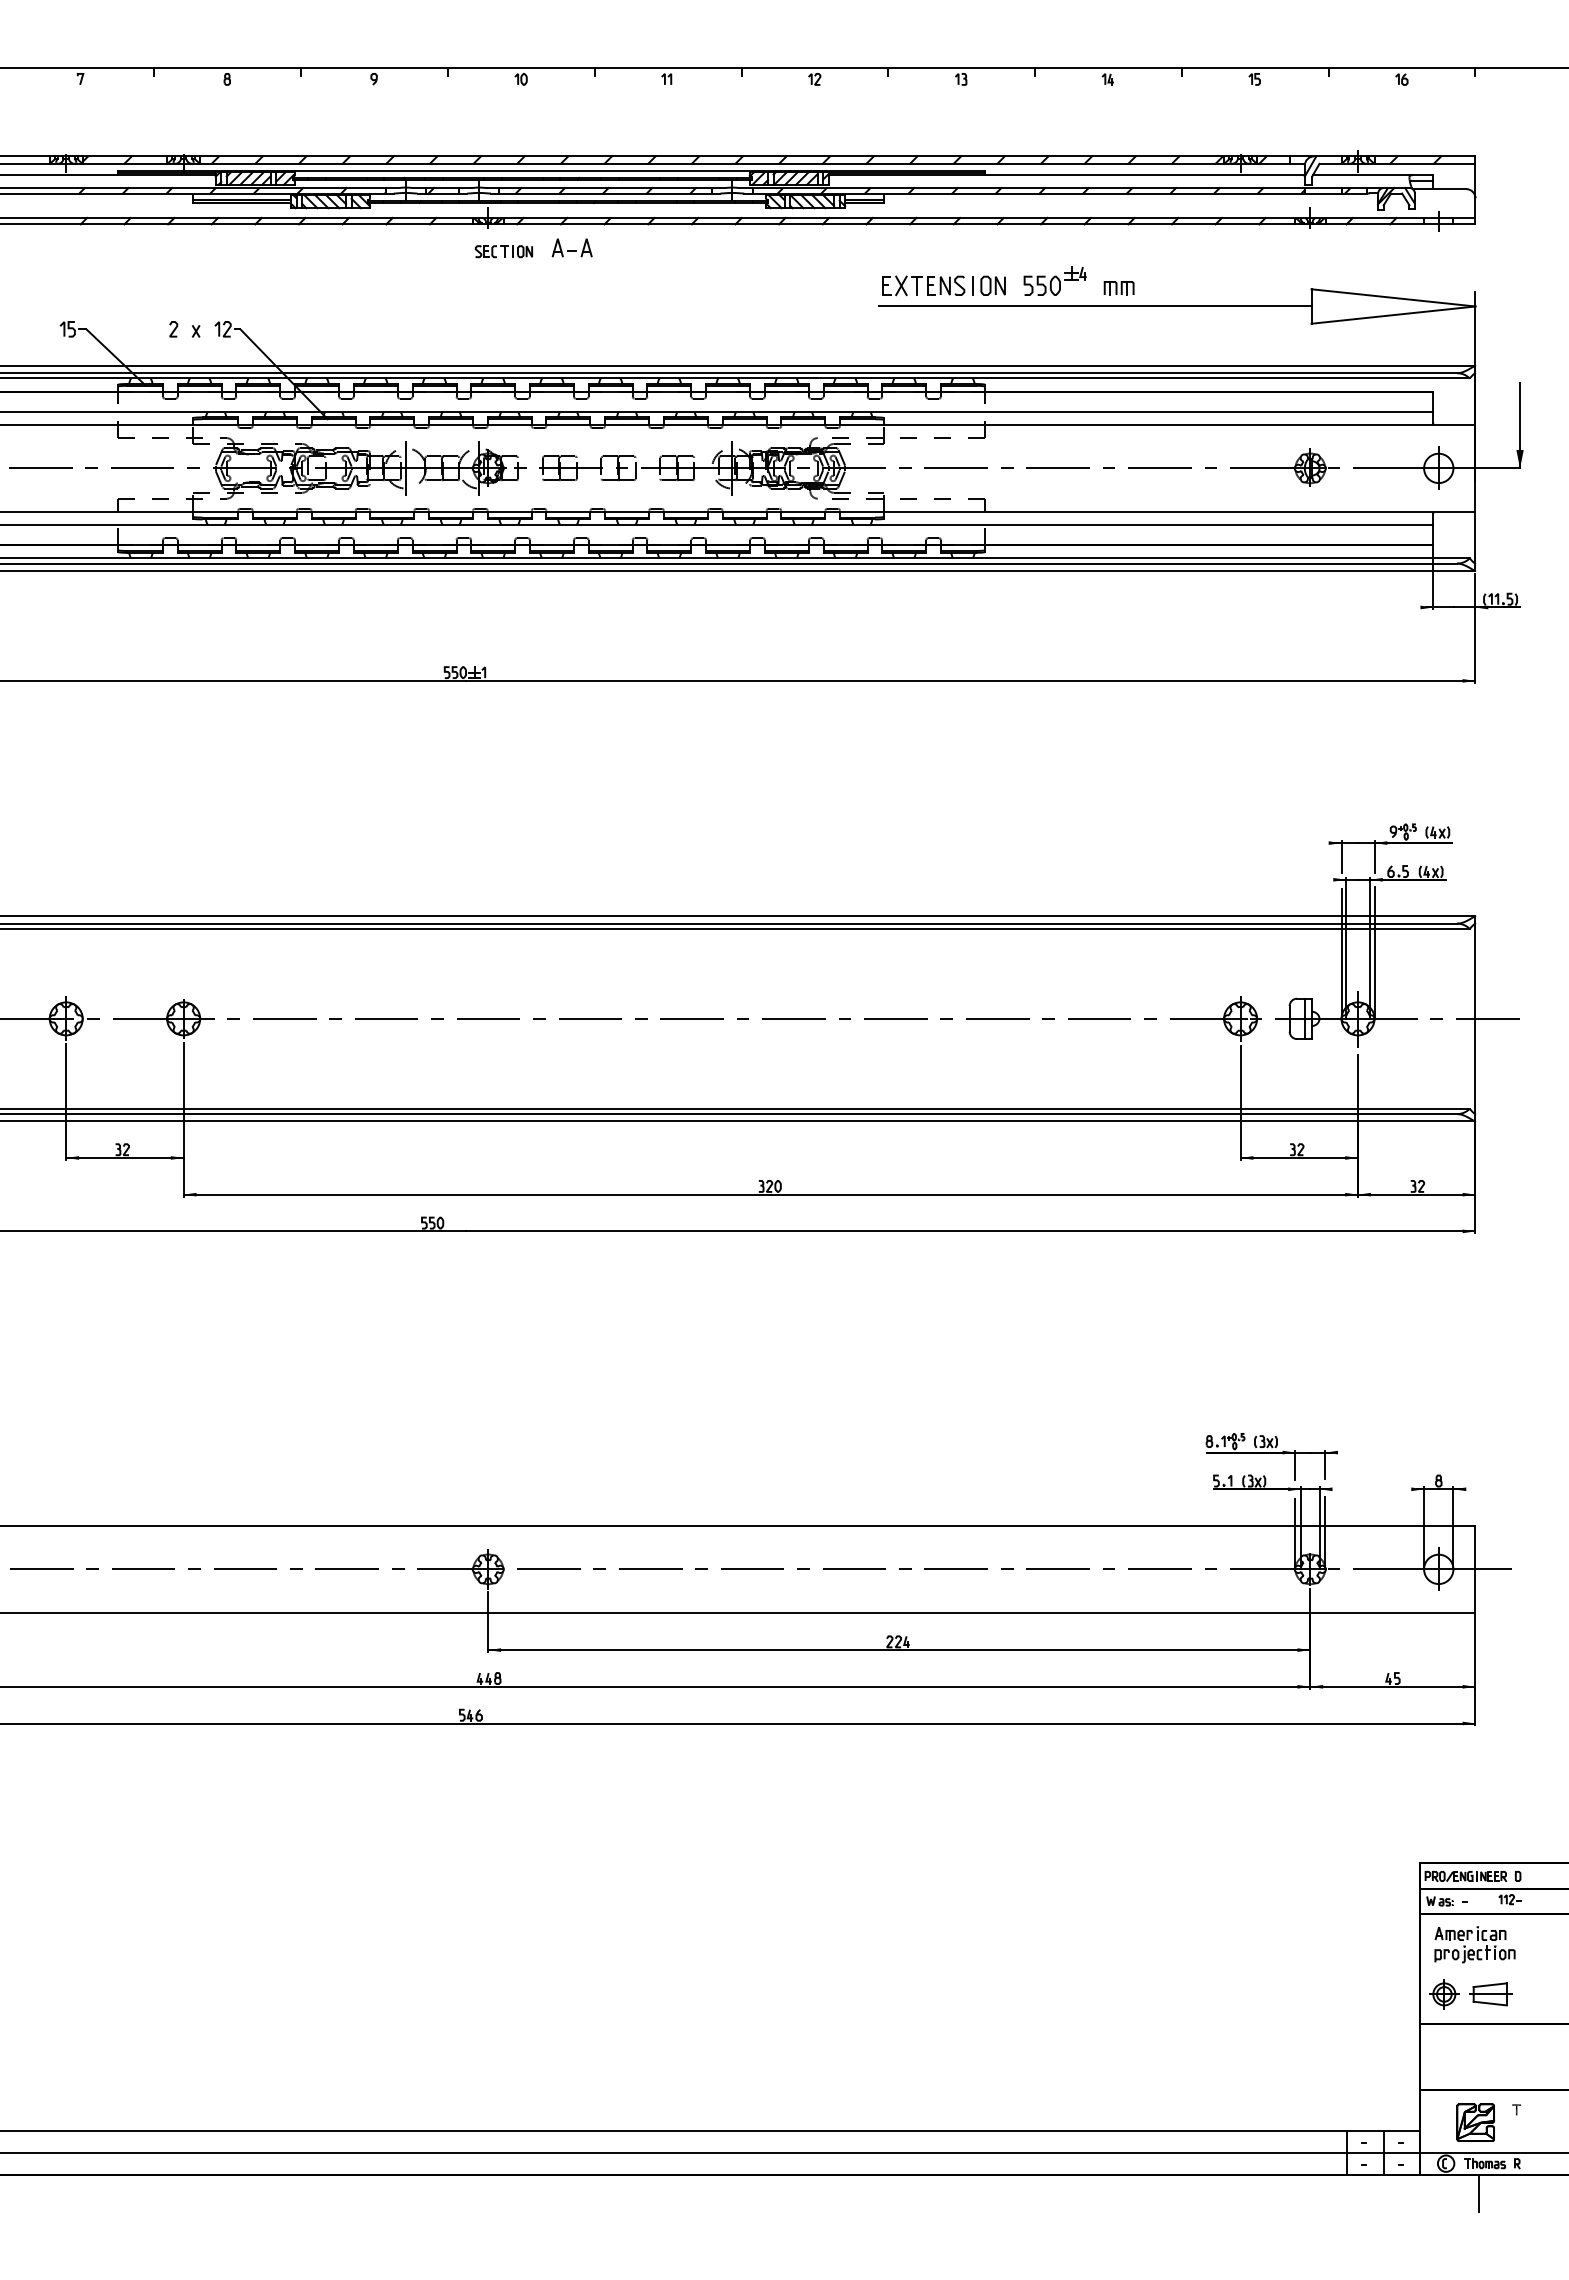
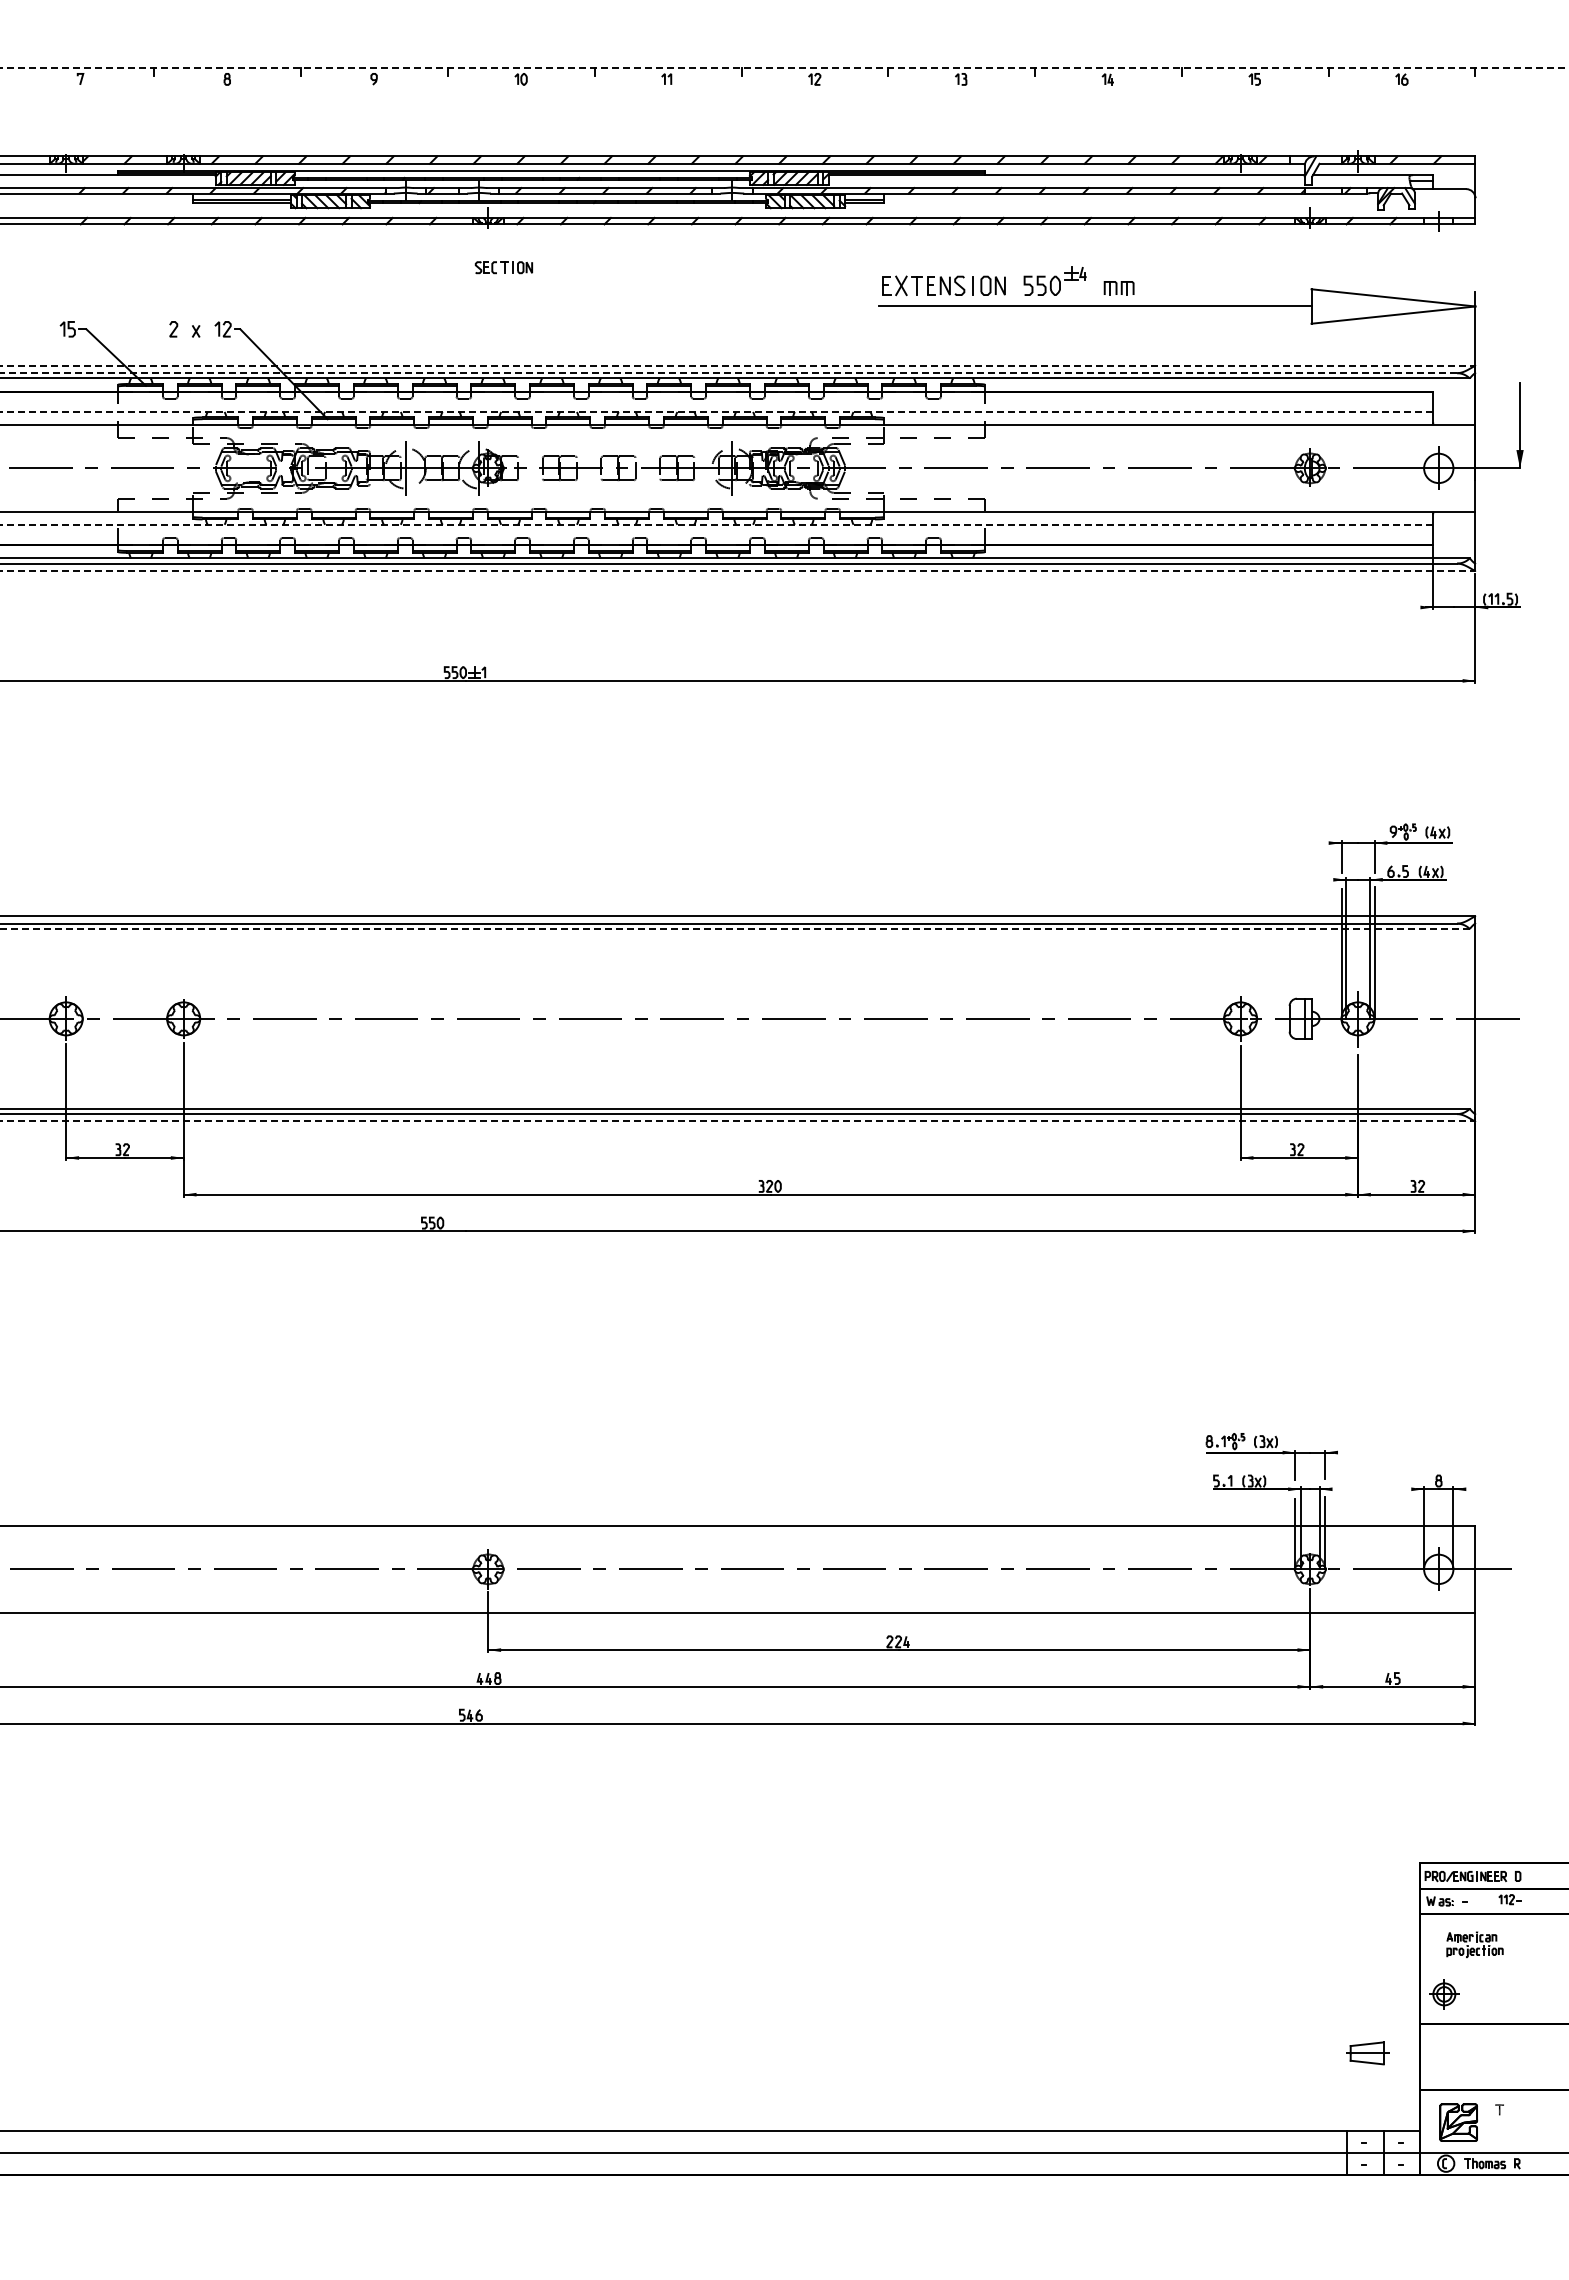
line at (784, 68): solid -> dashed
part at (571, 247): present -> none
part at (503, 251) position: (503, 251) -> (503, 267)
line at (738, 366): solid -> dashed
line at (728, 373): solid -> dashed
line at (716, 412): solid -> dashed
line at (716, 524): solid -> dashed
line at (738, 570): solid -> dashed
line at (735, 928): solid -> dashed
line at (738, 1121): solid -> dashed
part at (1474, 1944) size: 82x38 px -> 58x28 px
part at (1490, 1994) position: (1490, 1994) -> (1367, 2053)
part at (1488, 2122) position: (1488, 2122) -> (1471, 2122)
line at (1479, 2192): present -> none
